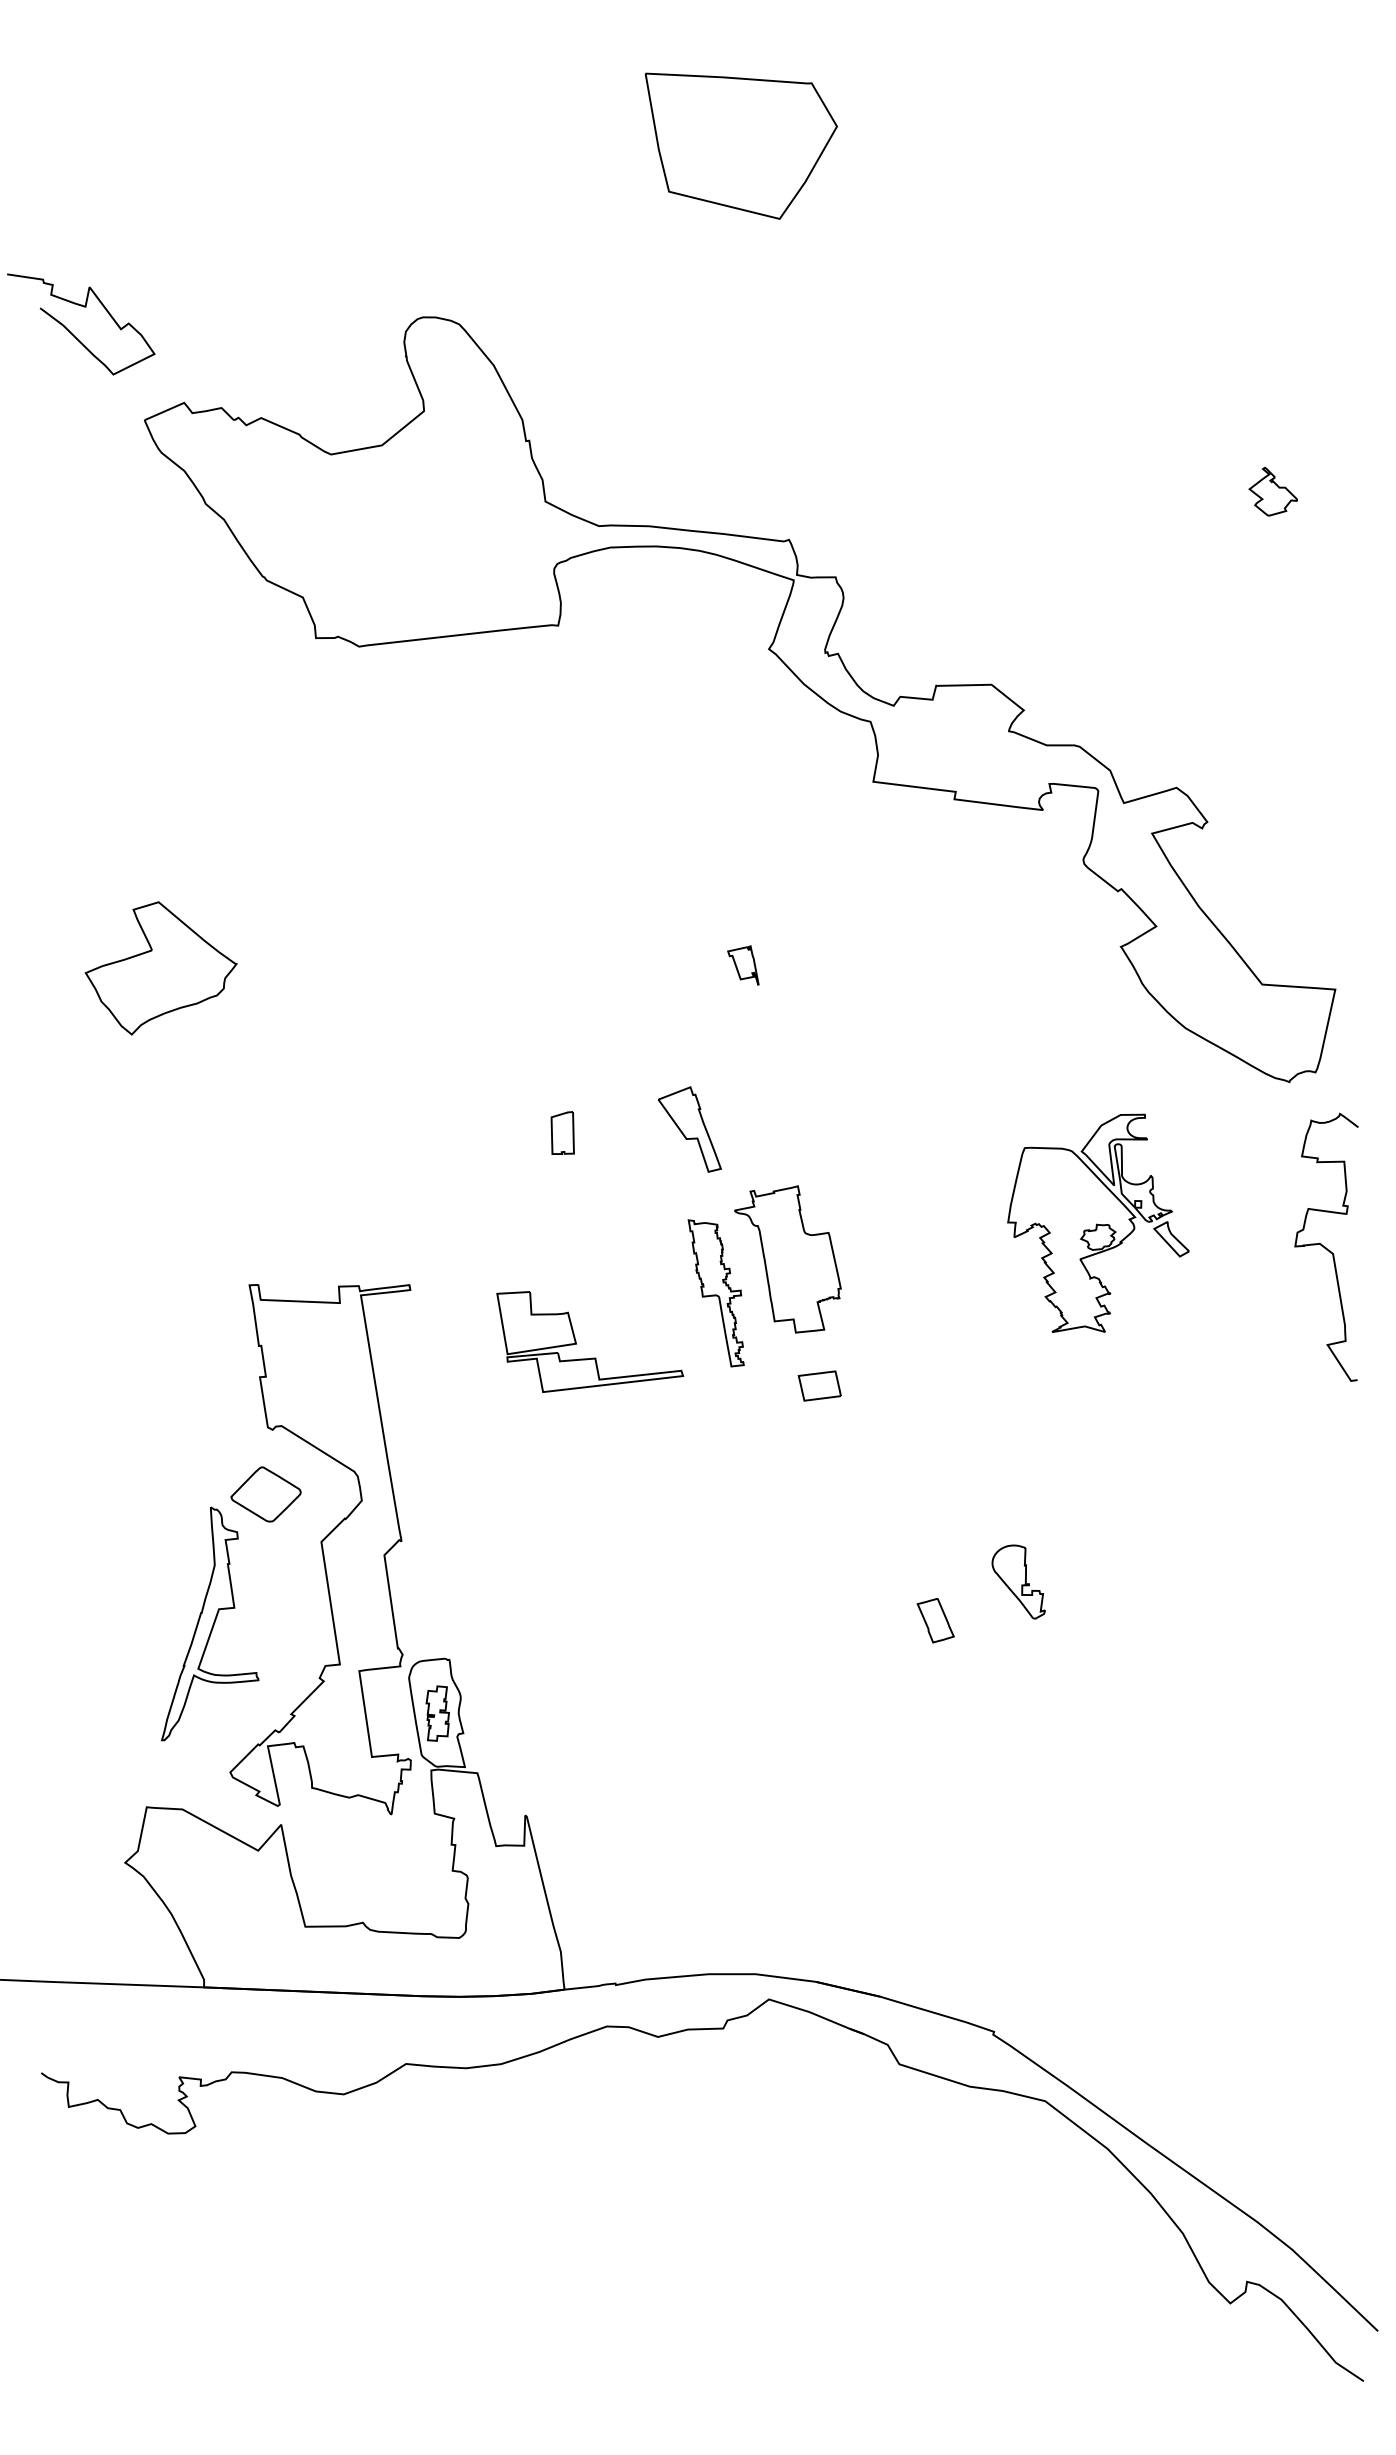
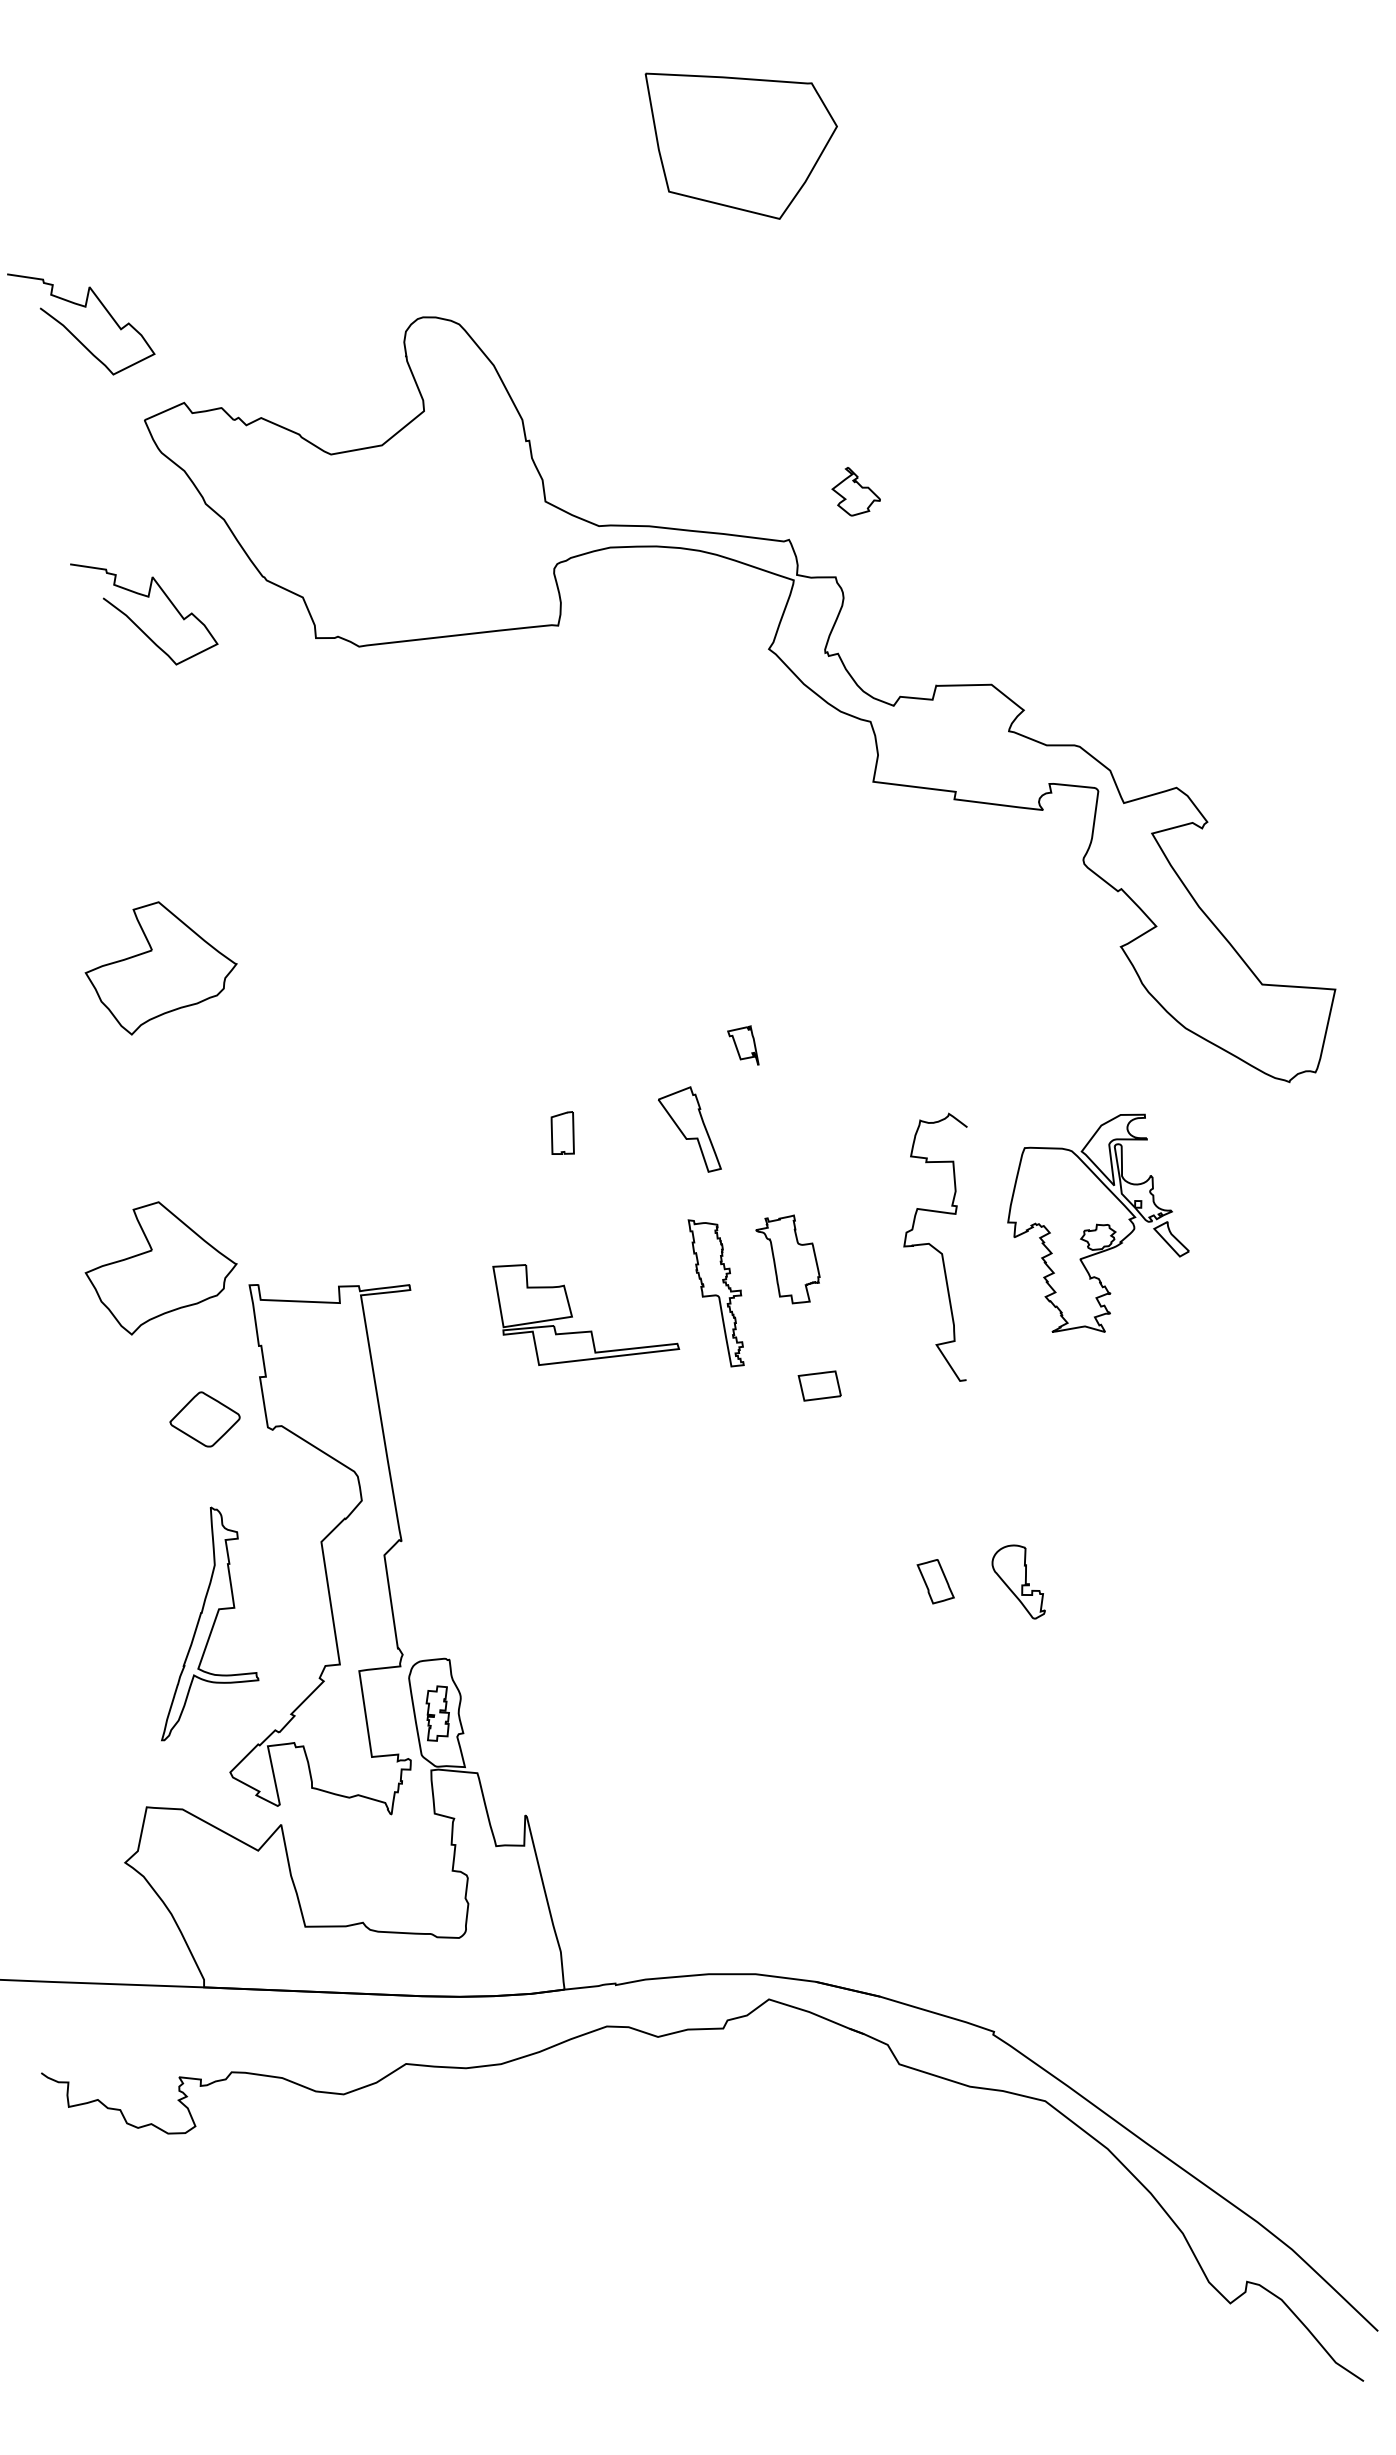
part at (1272, 491) position: (1272, 491) -> (855, 491)
curve at (135, 623): none -> present
part at (743, 965) position: (743, 965) -> (743, 1045)
curve at (1325, 1246) position: (1325, 1246) -> (934, 1246)
part at (787, 1259) size: 108x149 px -> 66x91 px
part at (160, 1268): none -> present
part at (576, 1341) position: (576, 1341) -> (572, 1314)
part at (265, 1494) position: (265, 1494) -> (204, 1419)
part at (935, 1620) position: (935, 1620) -> (935, 1581)
